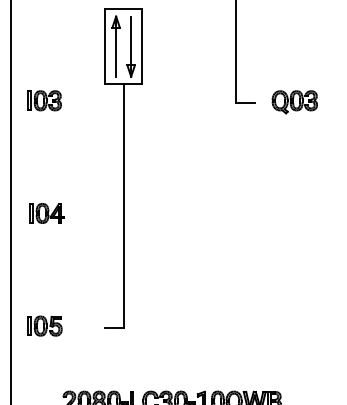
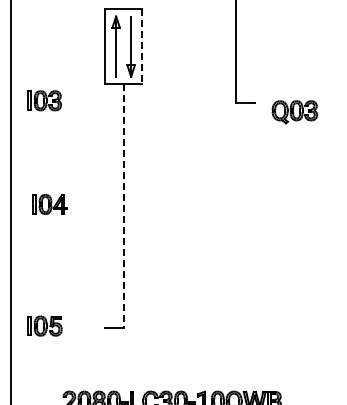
line at (142, 46): solid -> dashed
part at (294, 102) position: (294, 102) -> (294, 112)
line at (123, 206): solid -> dashed
part at (46, 213) position: (46, 213) -> (49, 204)
